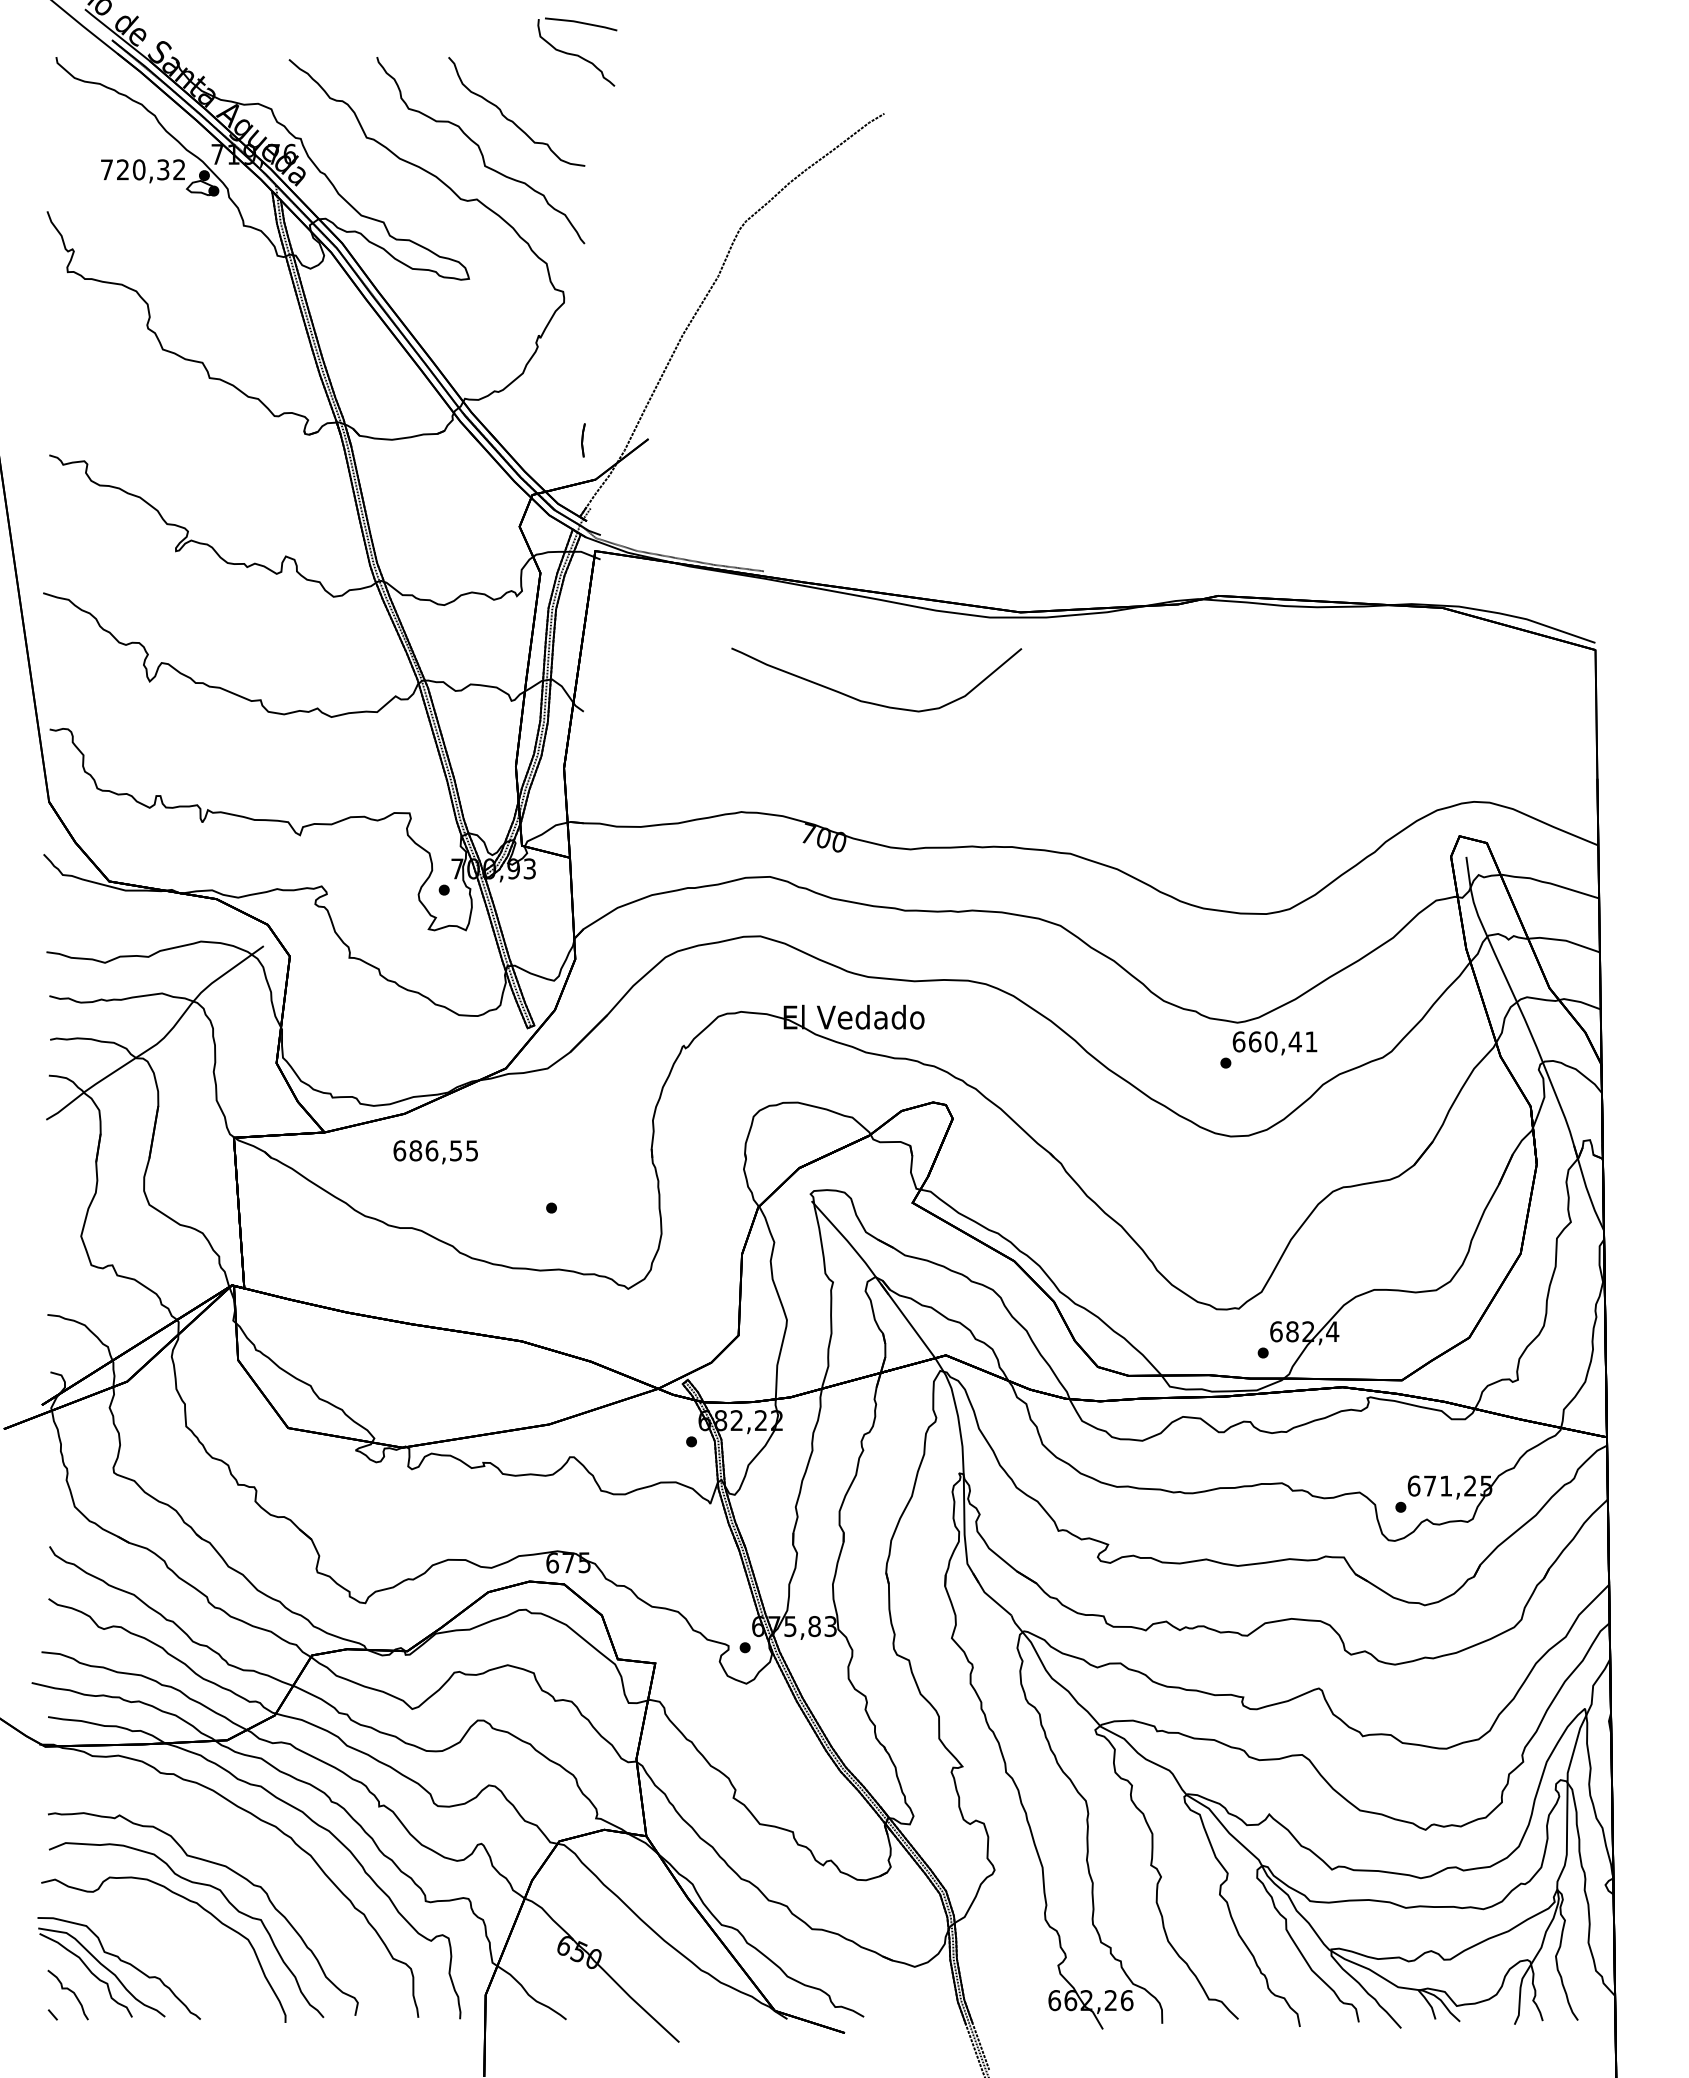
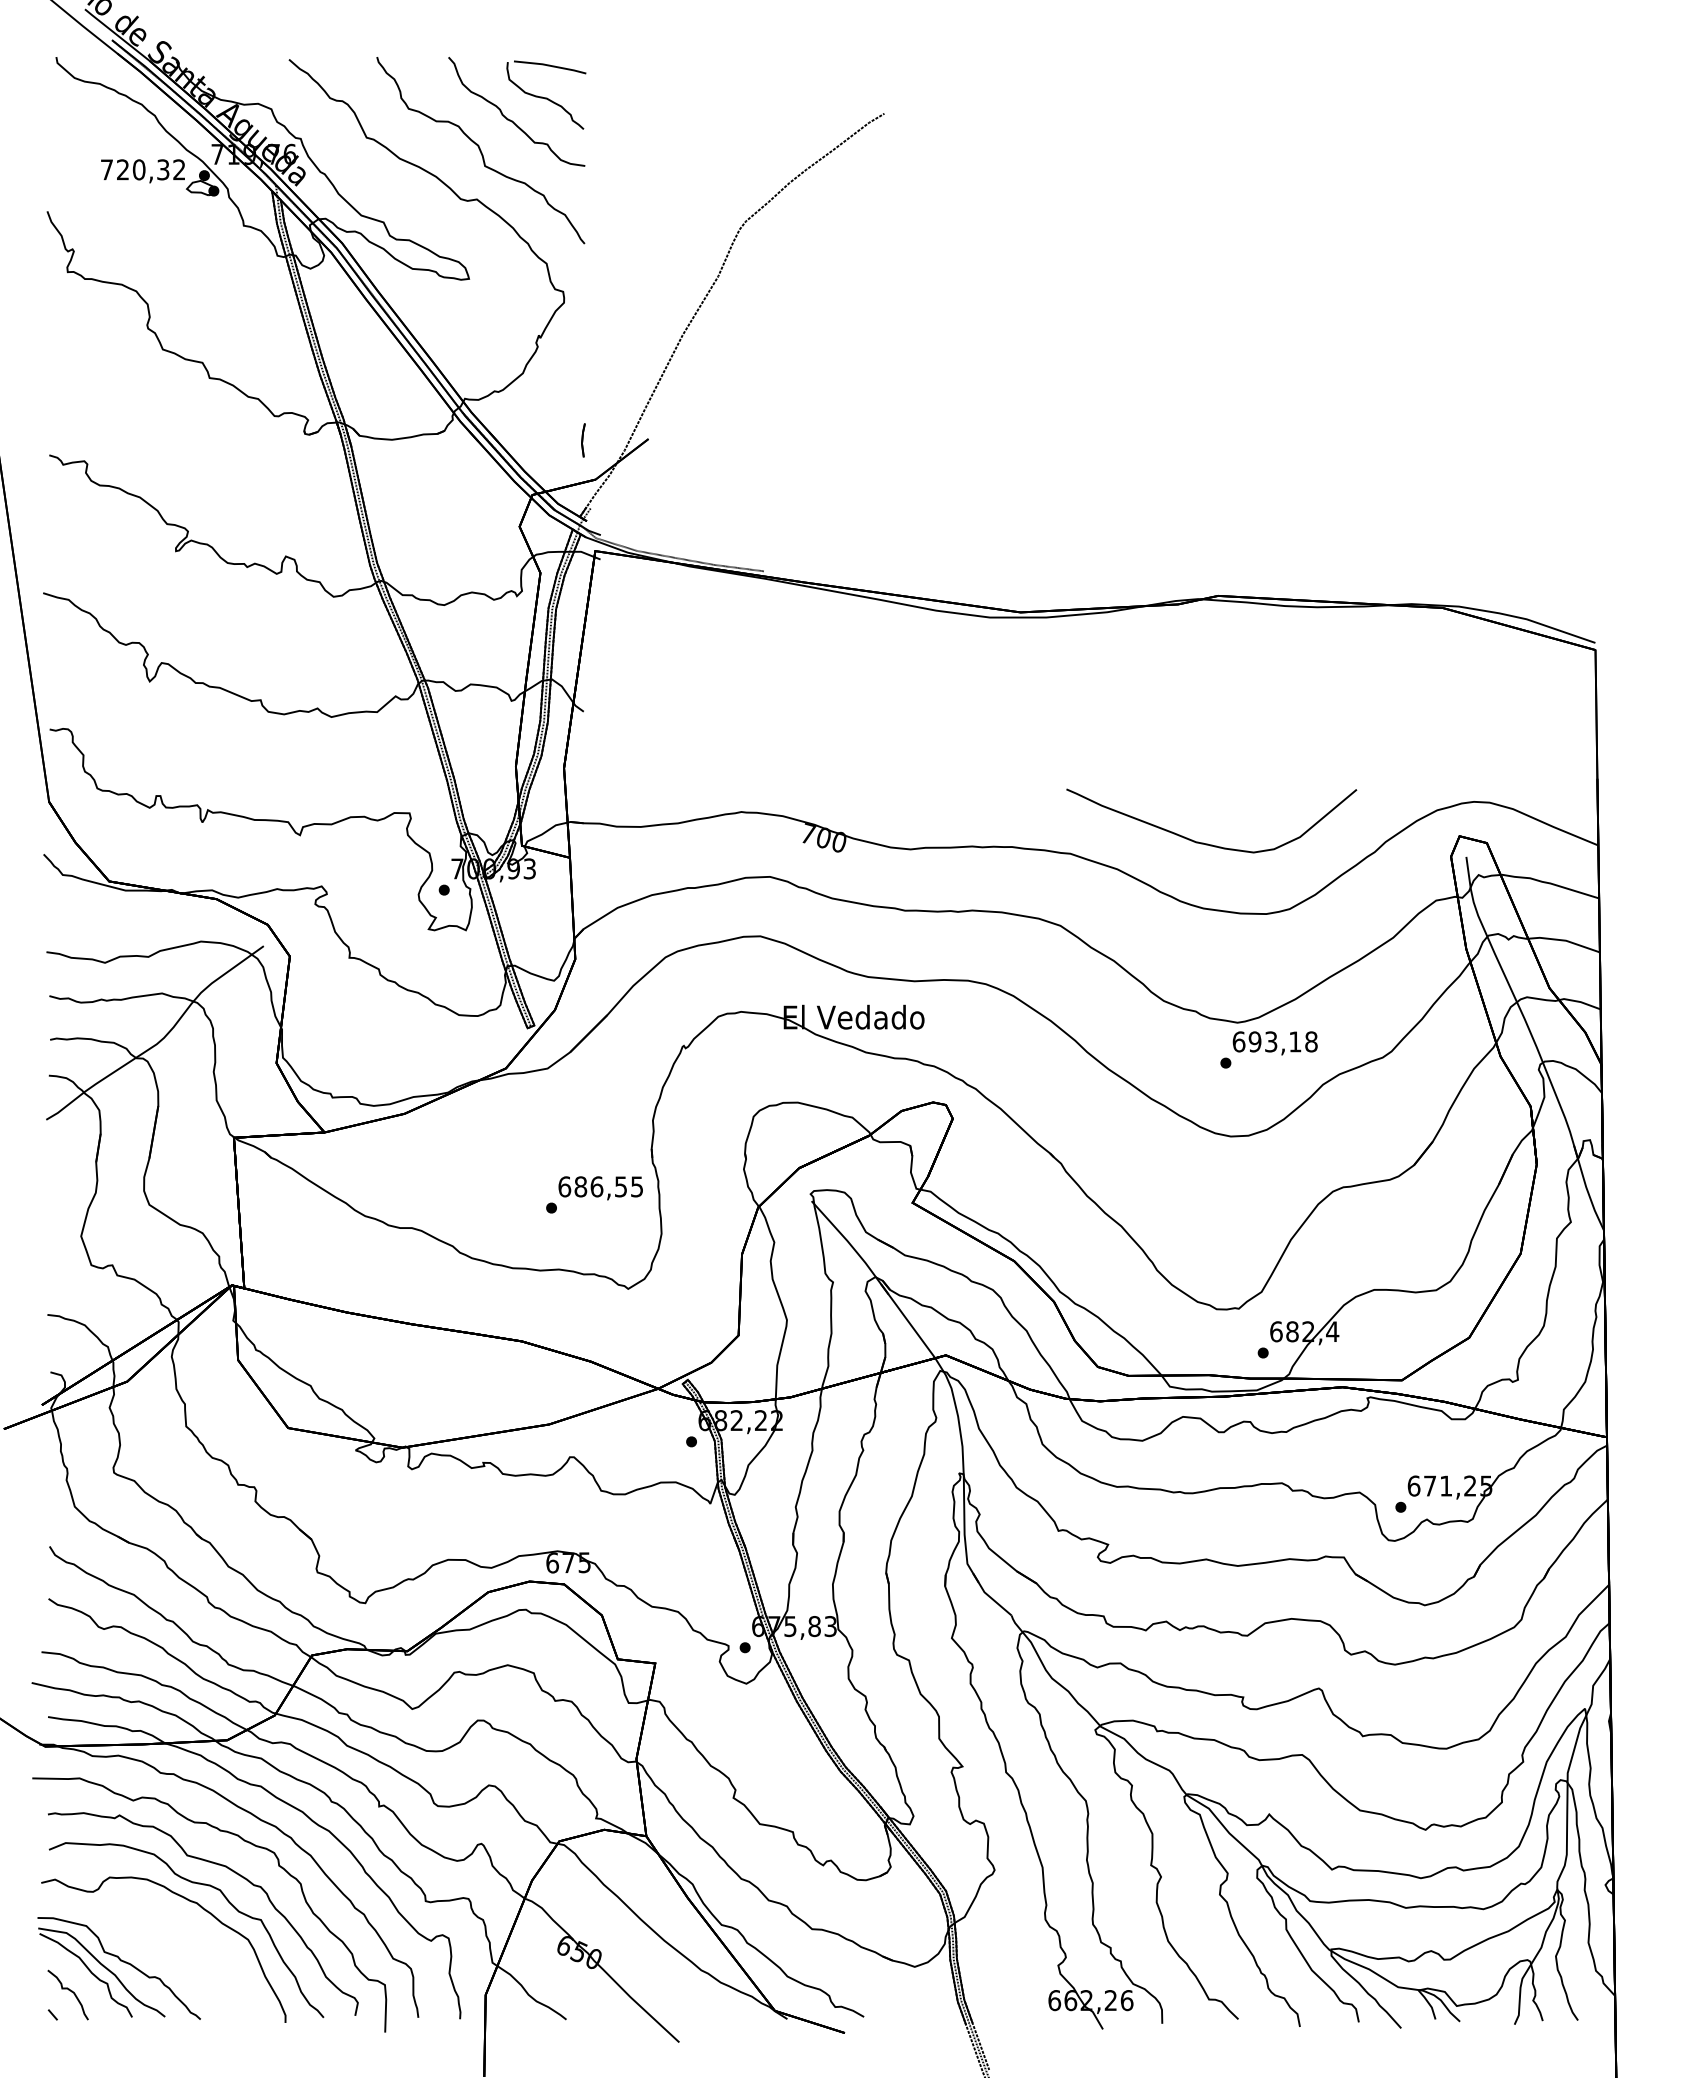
part at (577, 51) position: (577, 51) -> (546, 94)
part at (873, 702) position: (873, 702) -> (1208, 843)
text at (1282, 1041): 660,41 -> 693,18
text at (435, 1152) position: (435, 1152) -> (600, 1188)
part at (242, 1840): none -> present
